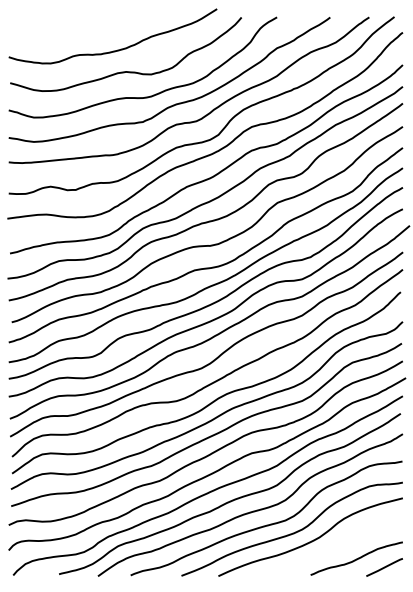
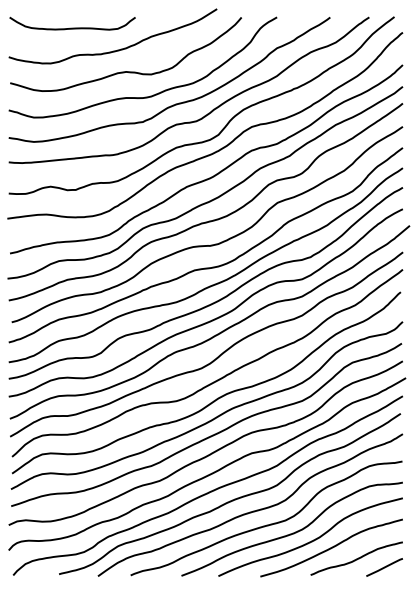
curve at (72, 27): none -> present
curve at (331, 547): none -> present
